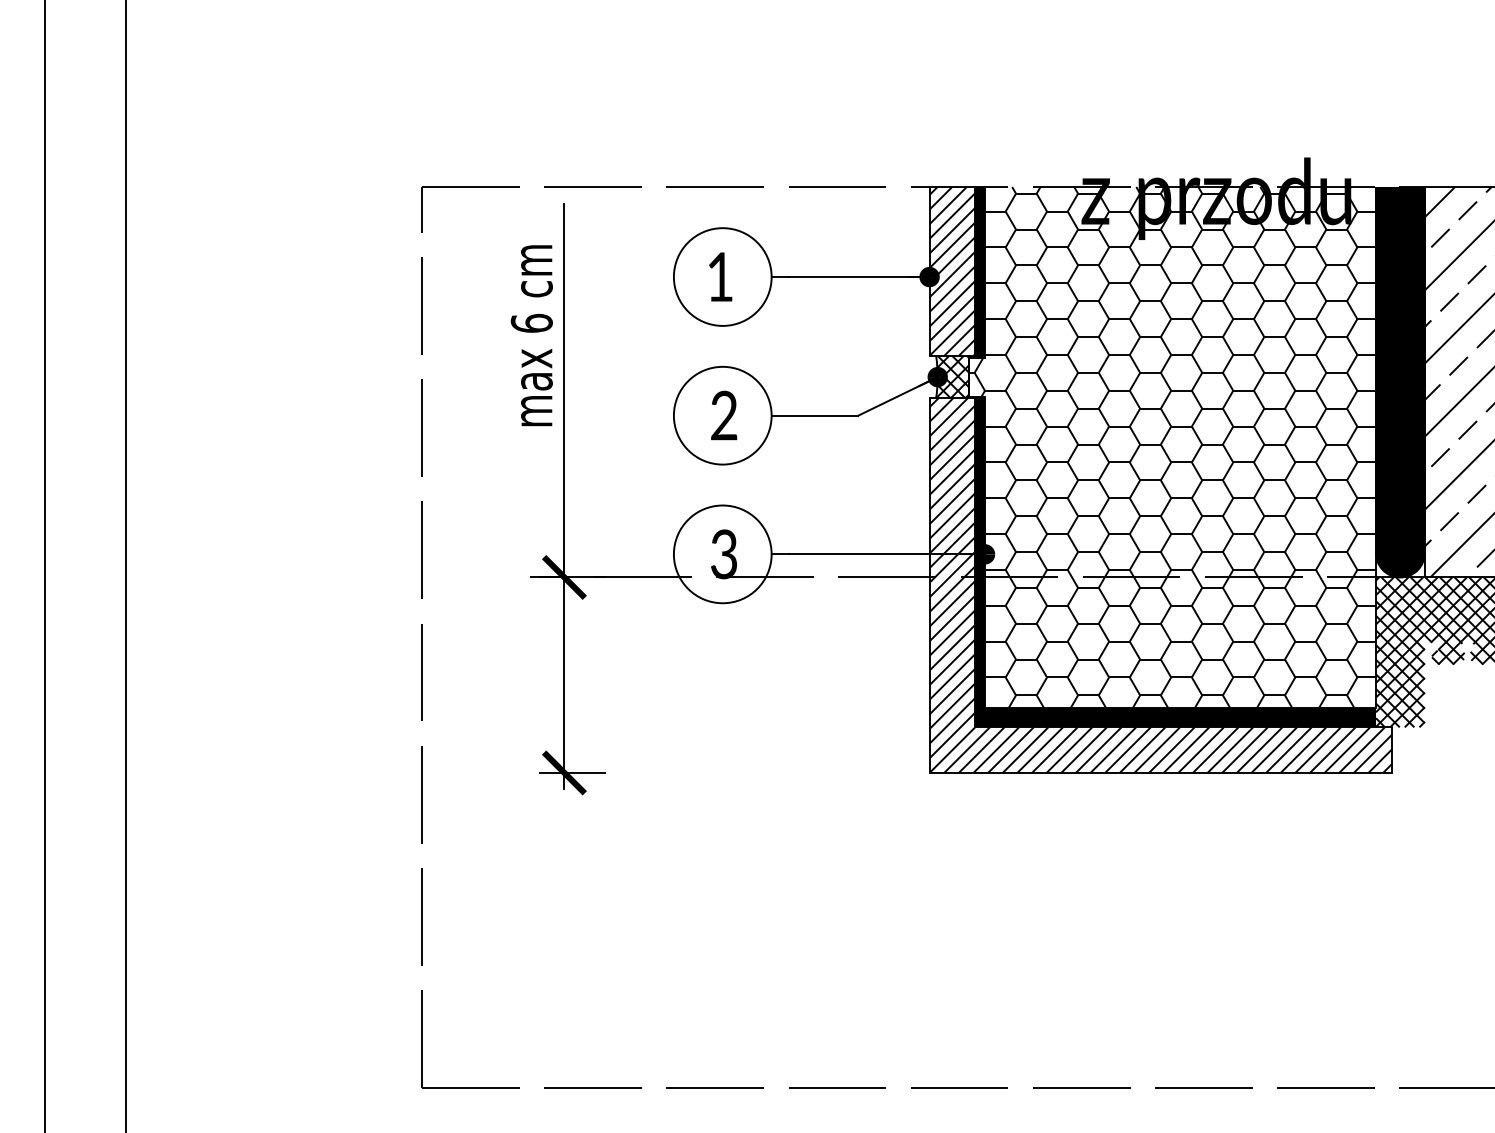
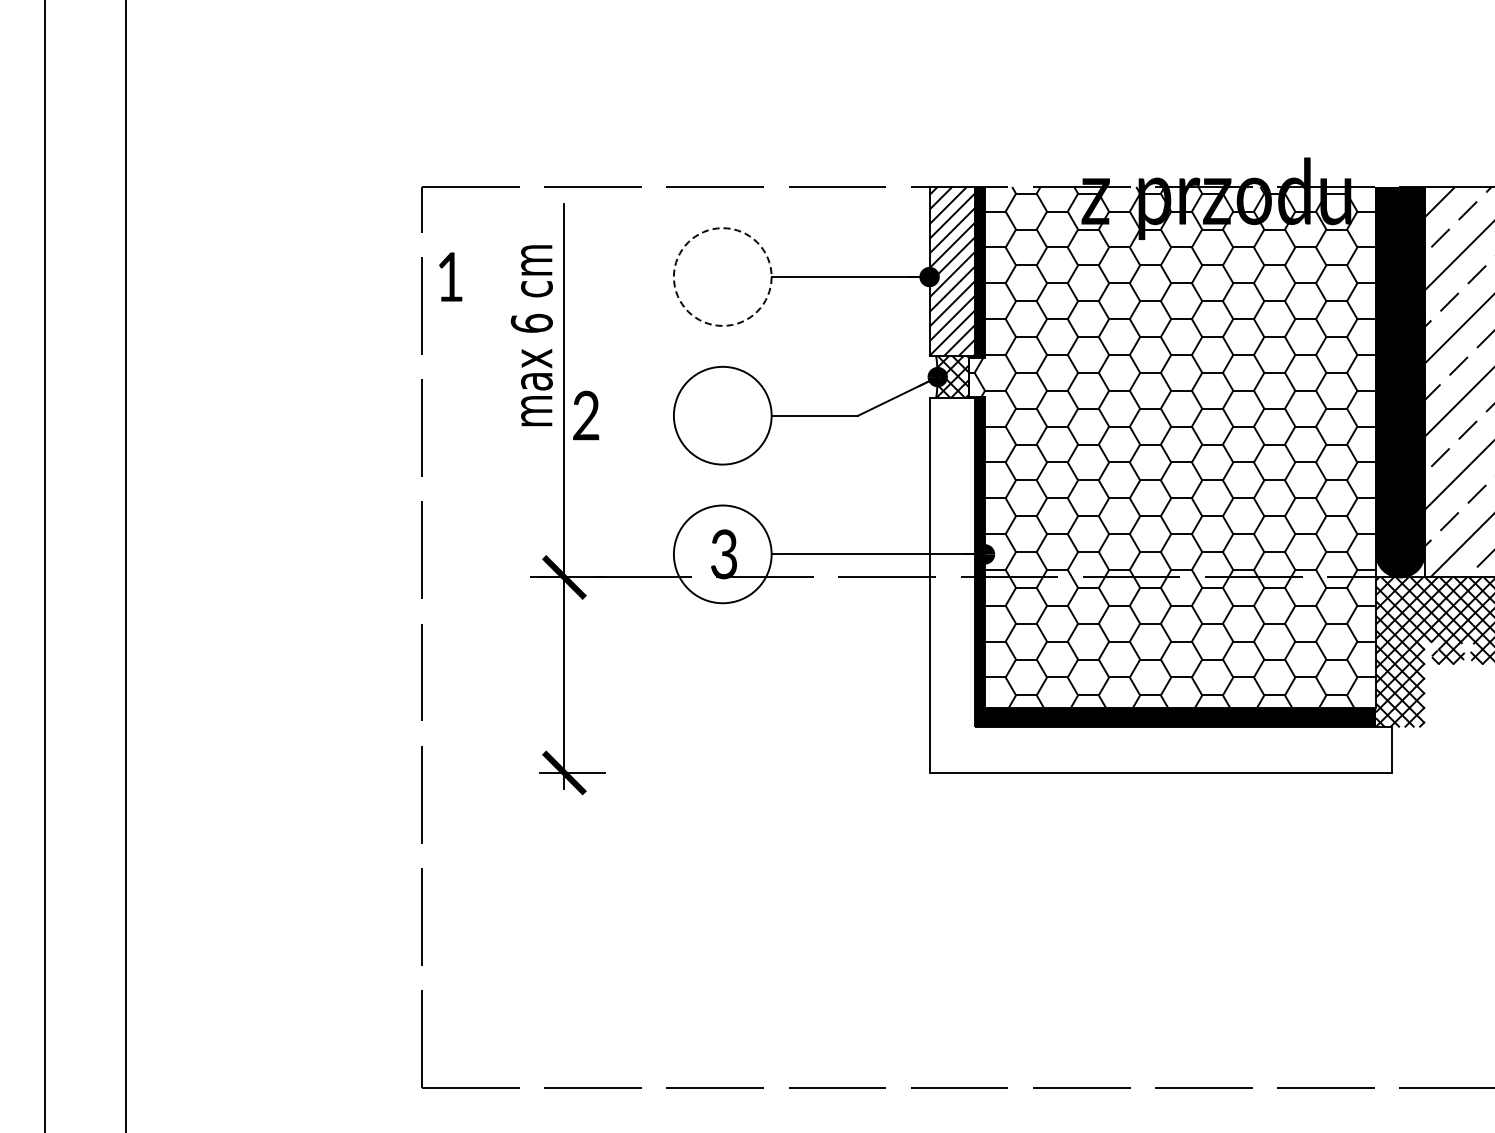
text at (720, 276) position: (720, 276) -> (450, 276)
circle at (722, 276): solid -> dashed
text at (724, 415) position: (724, 415) -> (586, 415)
hatch at (1160, 585): present -> none
